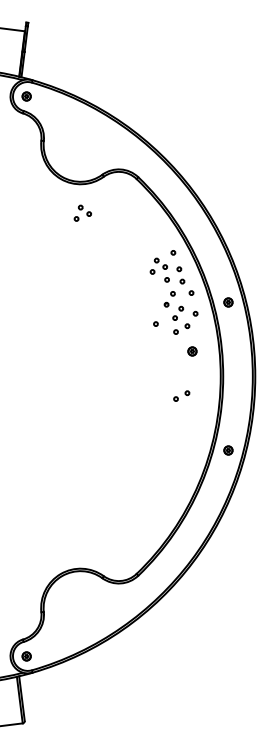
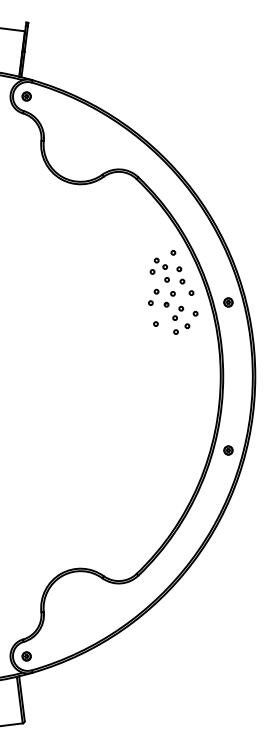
part at (82, 212): present -> none
part at (153, 296): none -> present
part at (192, 351): present -> none
part at (181, 395): present -> none
